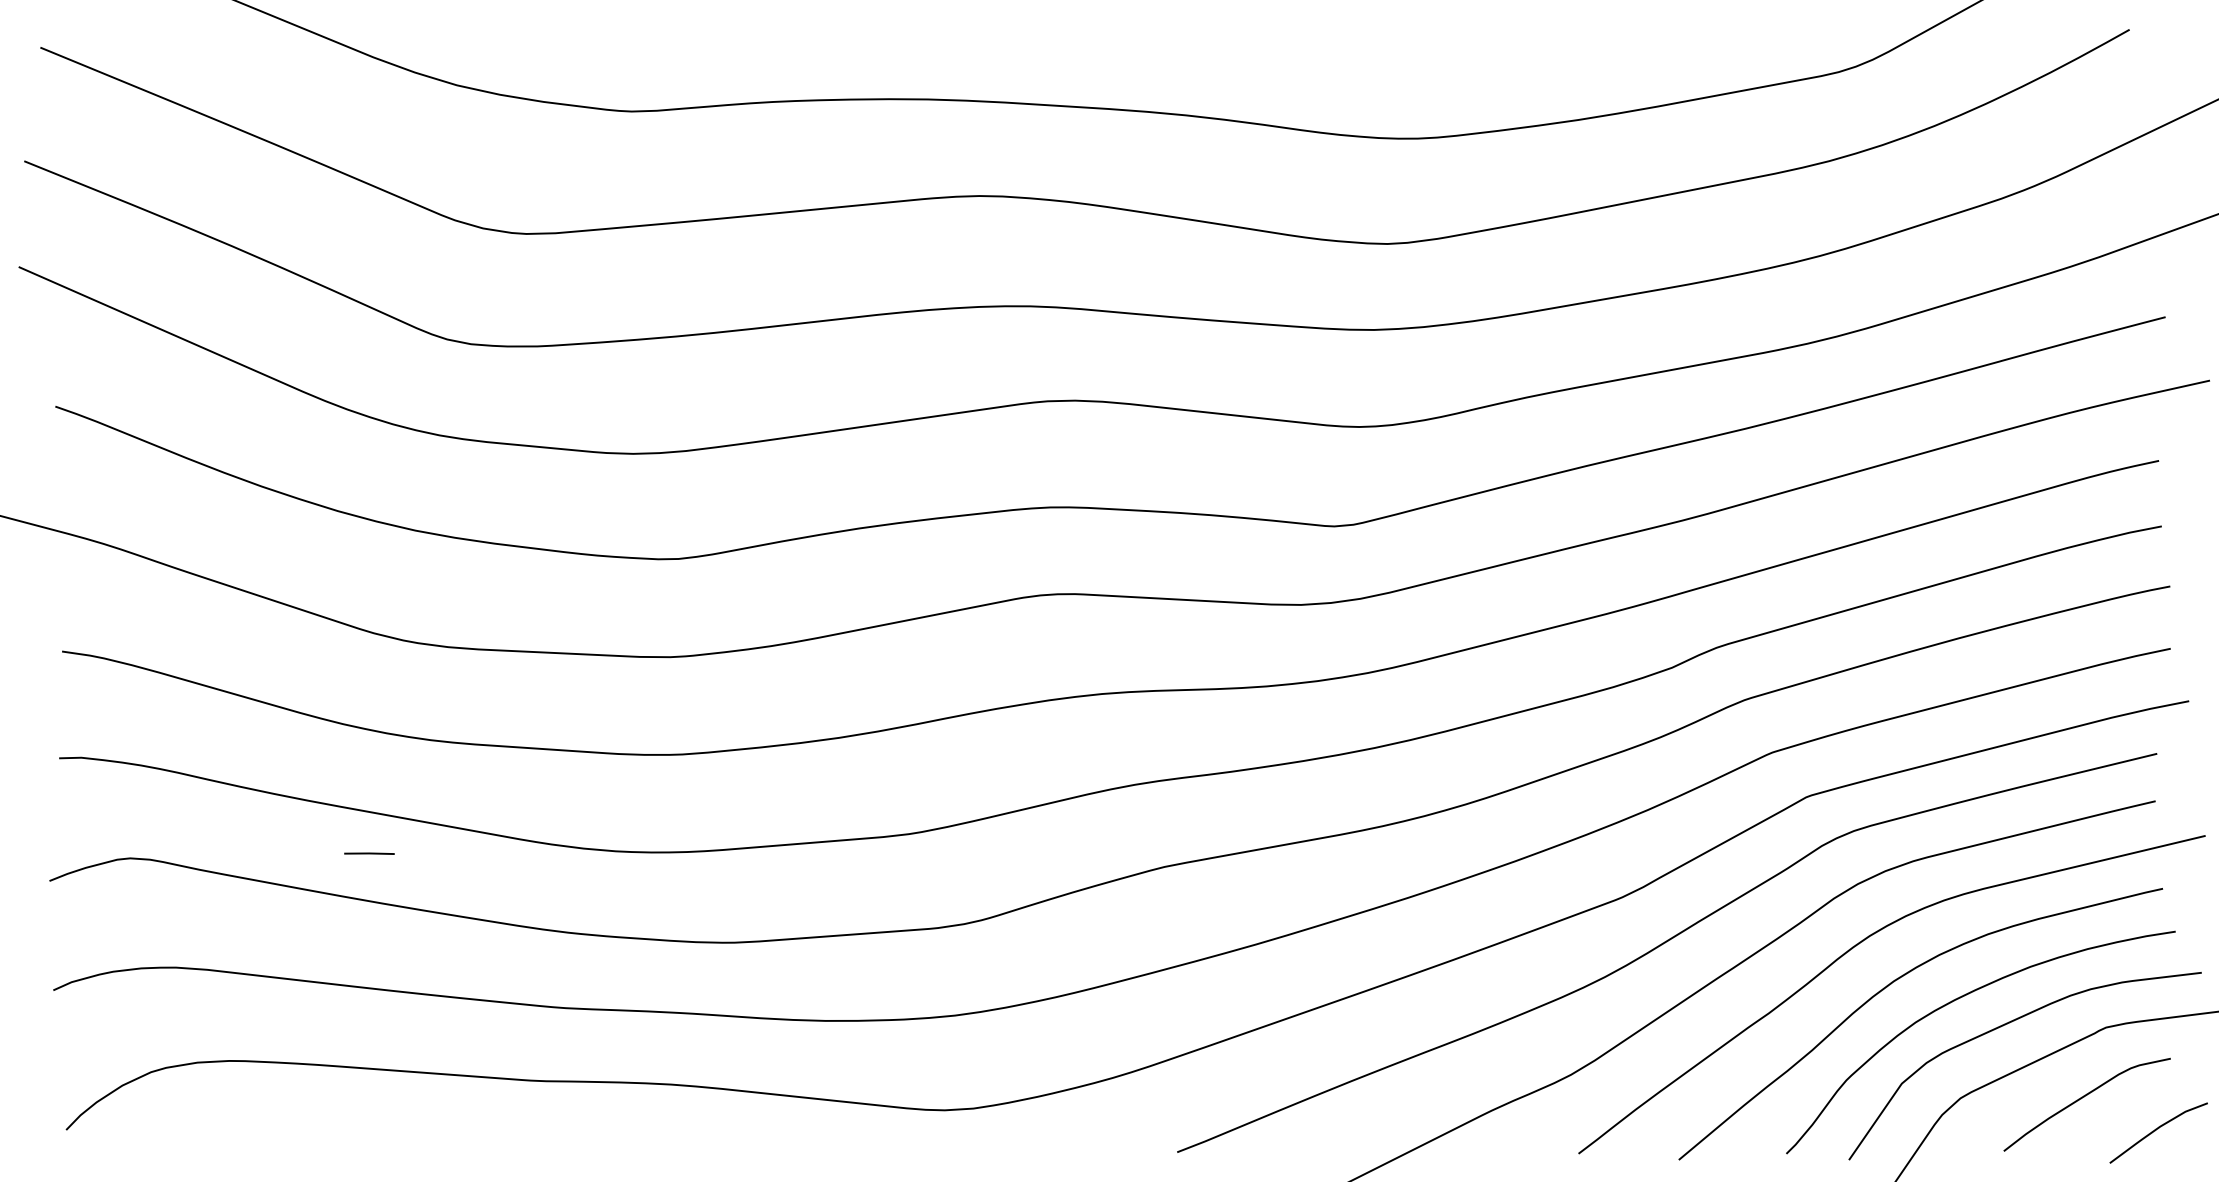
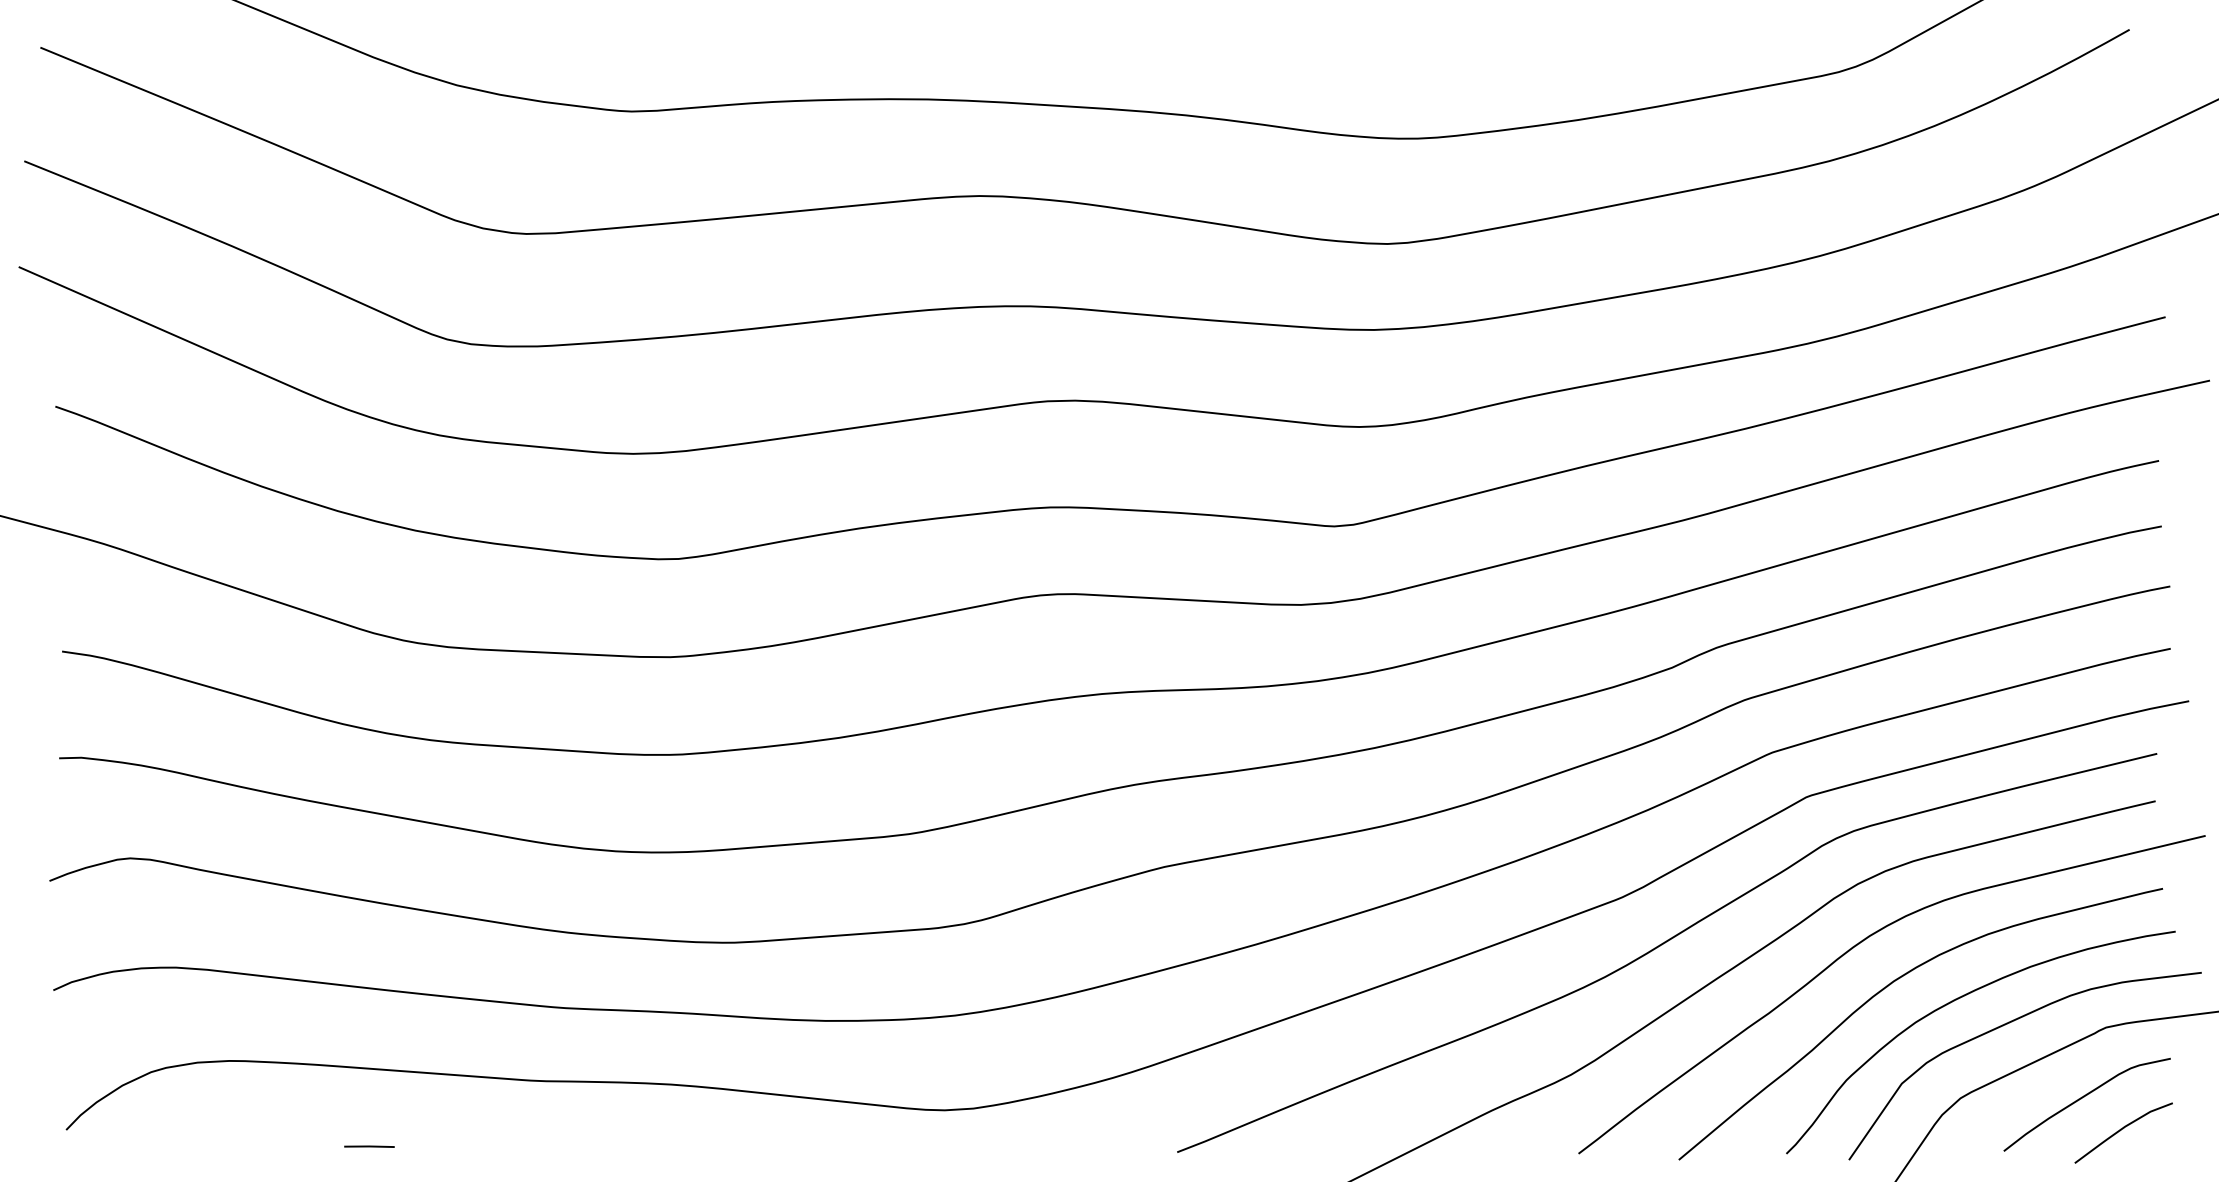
line at (369, 853) position: (369, 853) -> (369, 1146)
curve at (2156, 1130) position: (2156, 1130) -> (2121, 1130)
